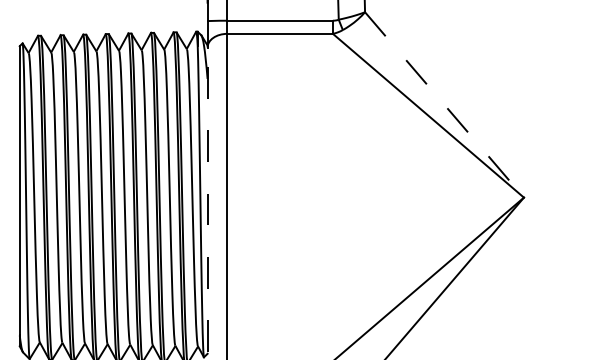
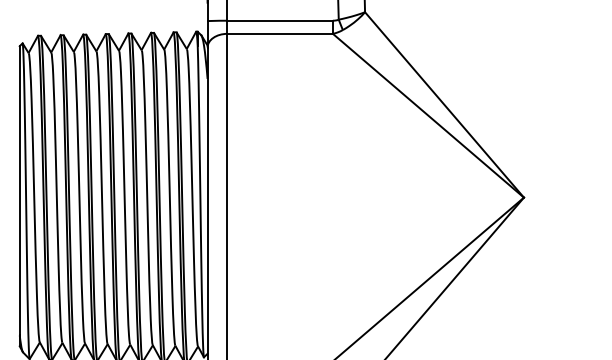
line at (444, 105): dashed -> solid
line at (207, 203): dashed -> solid
